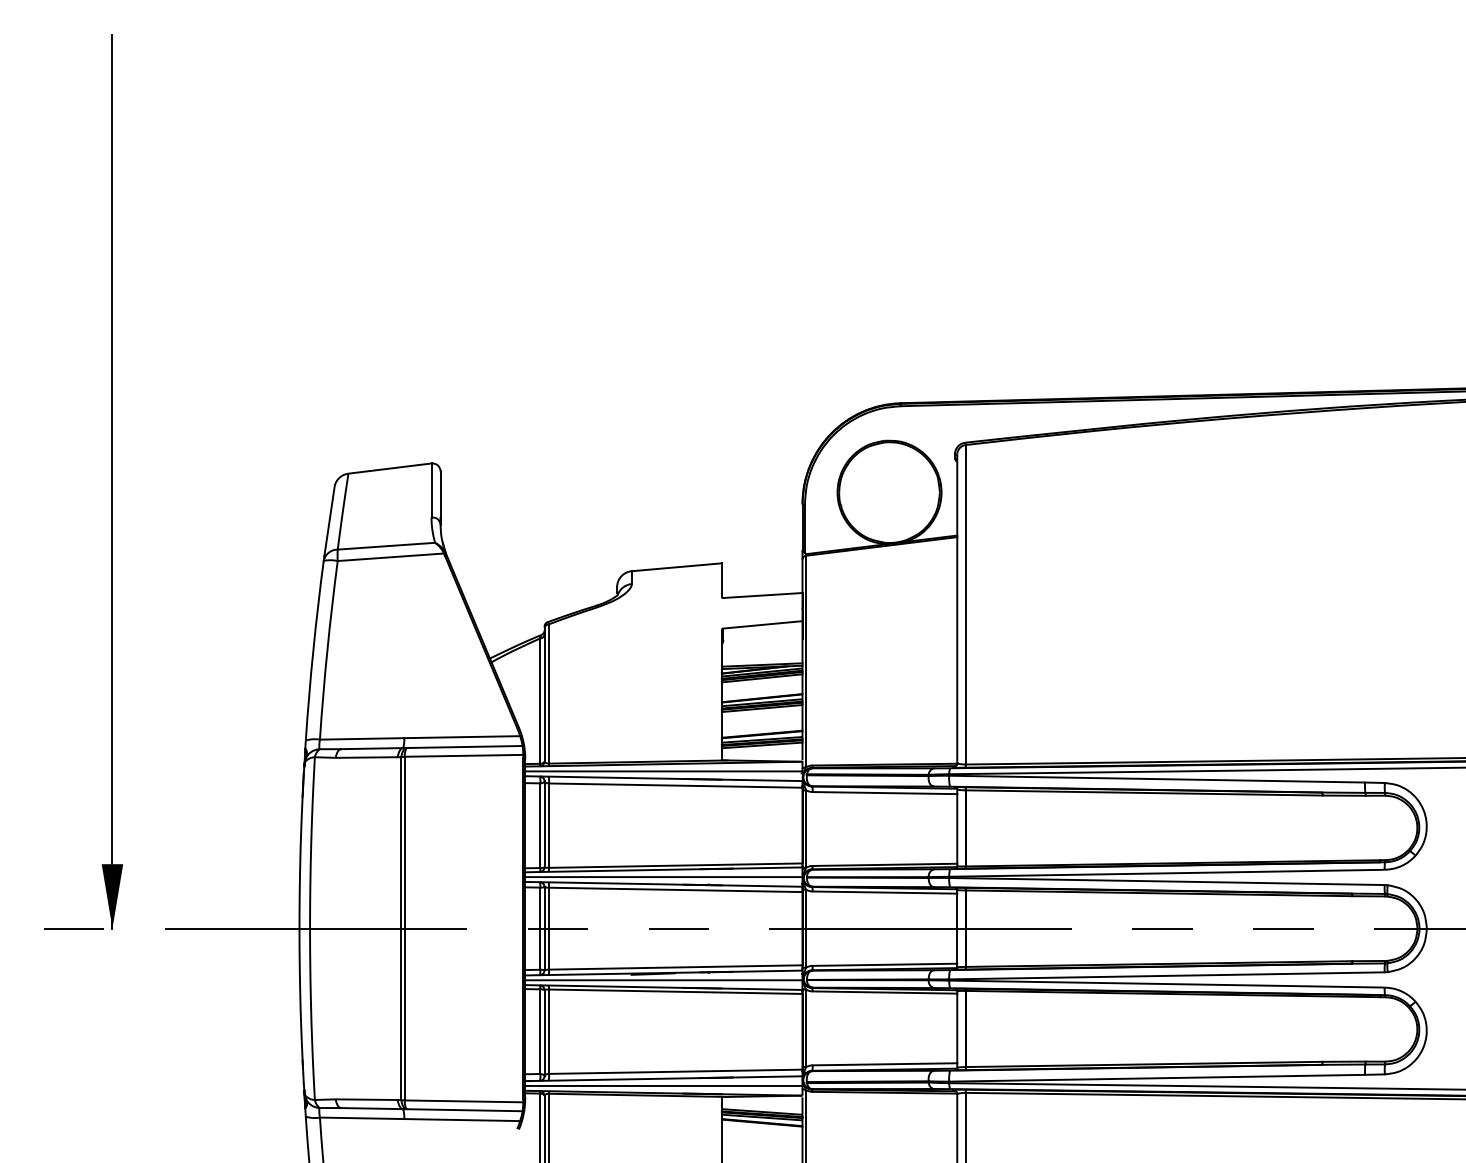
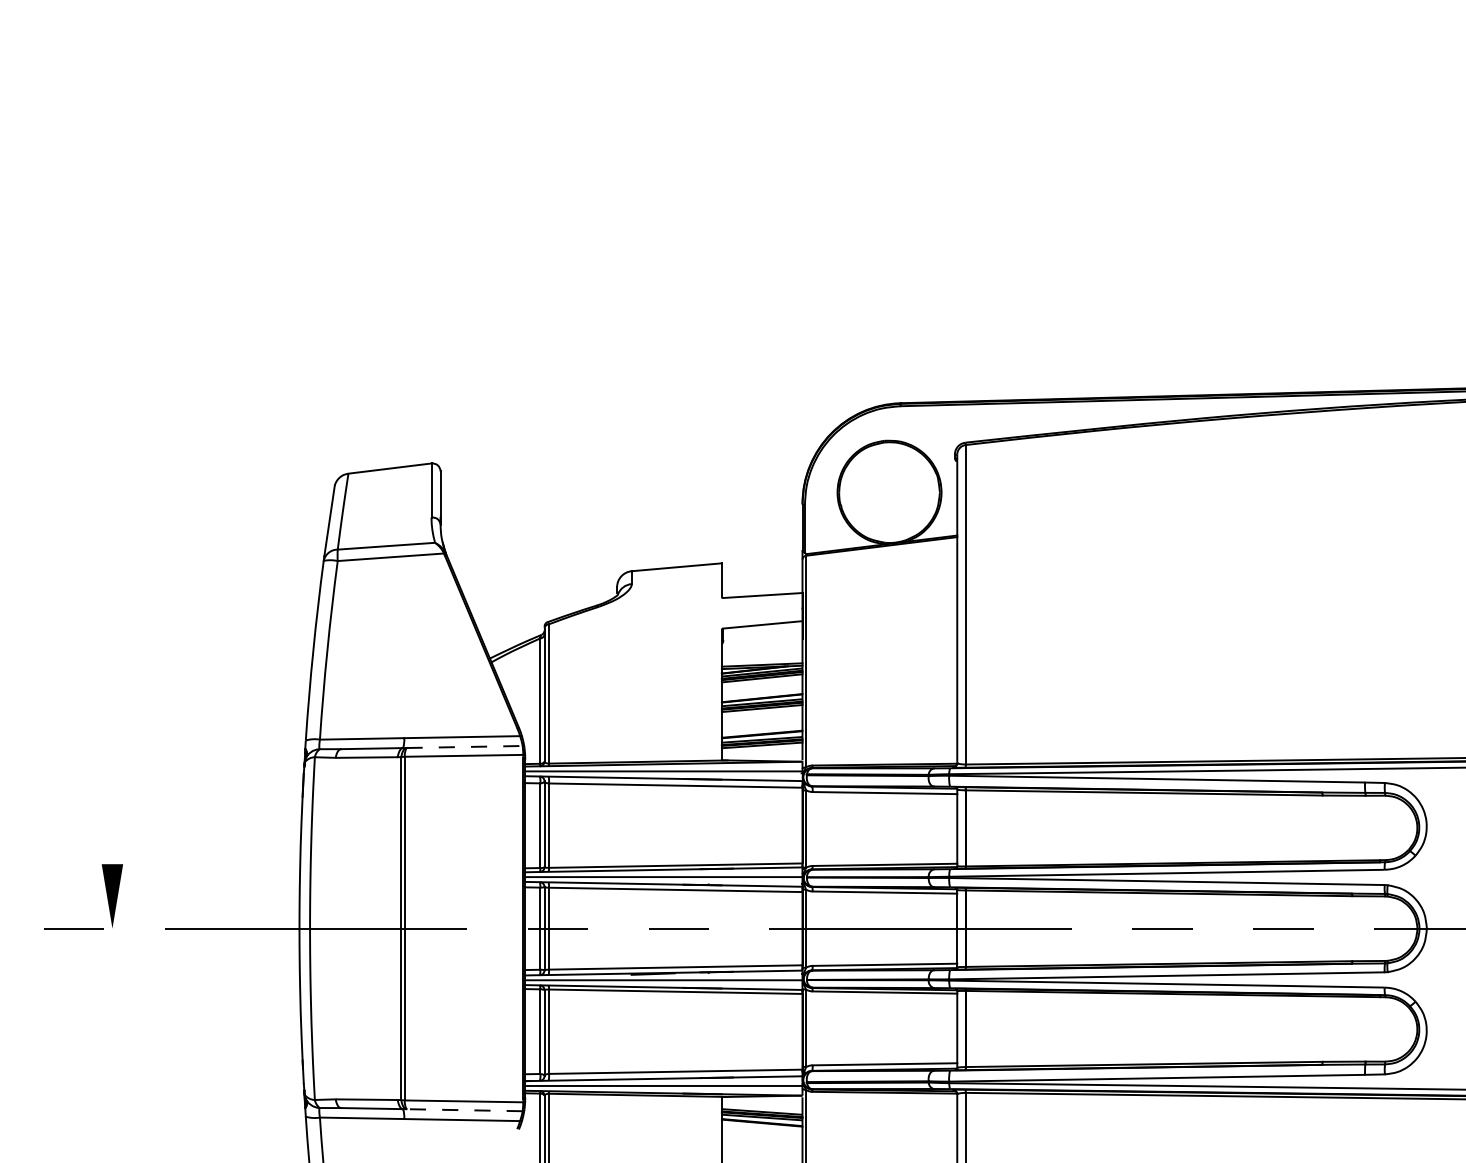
line at (112, 481): present -> none
line at (465, 747): solid -> dashed
line at (464, 1110): solid -> dashed
